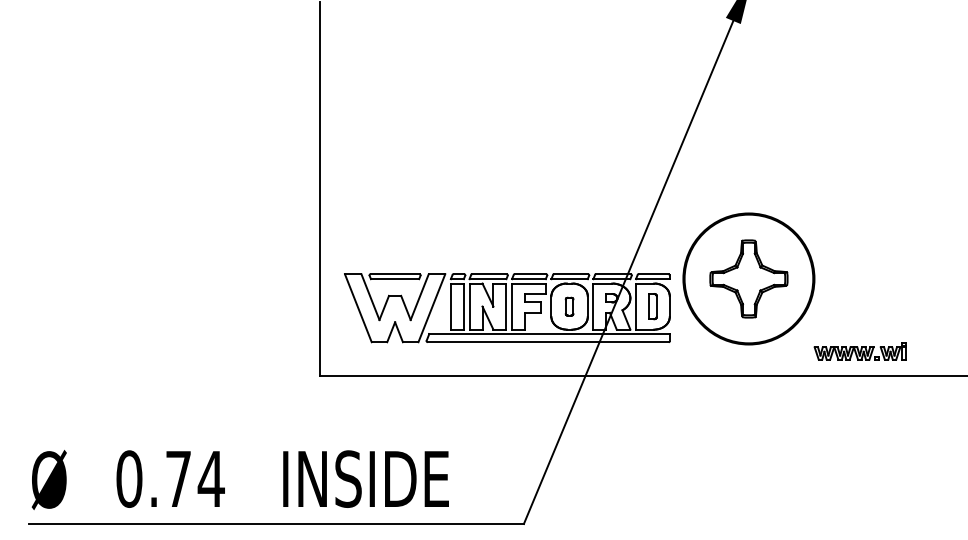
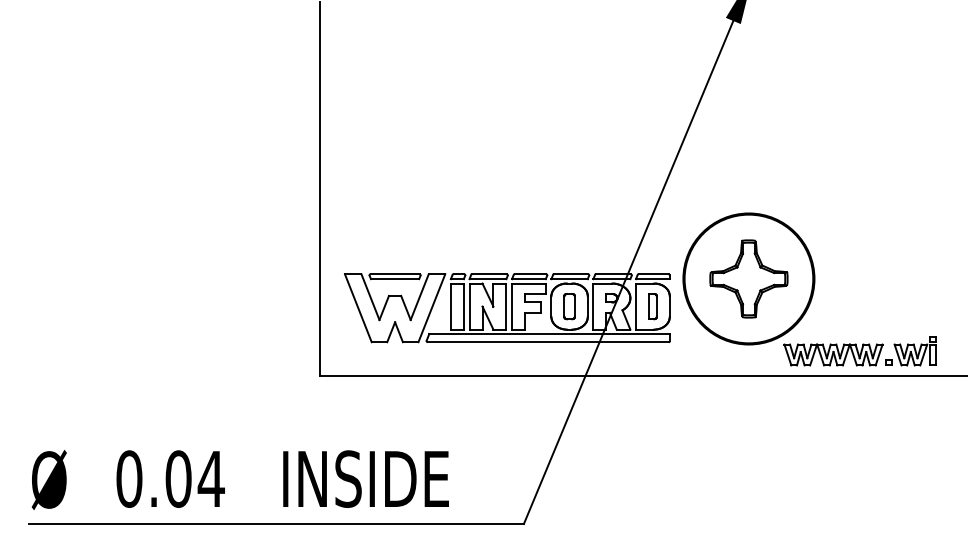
part at (569, 306) size: 11x21 px -> 13x28 px
part at (859, 351) size: 94x19 px -> 154x31 px
text at (178, 478): 0.74 -> 0.04
